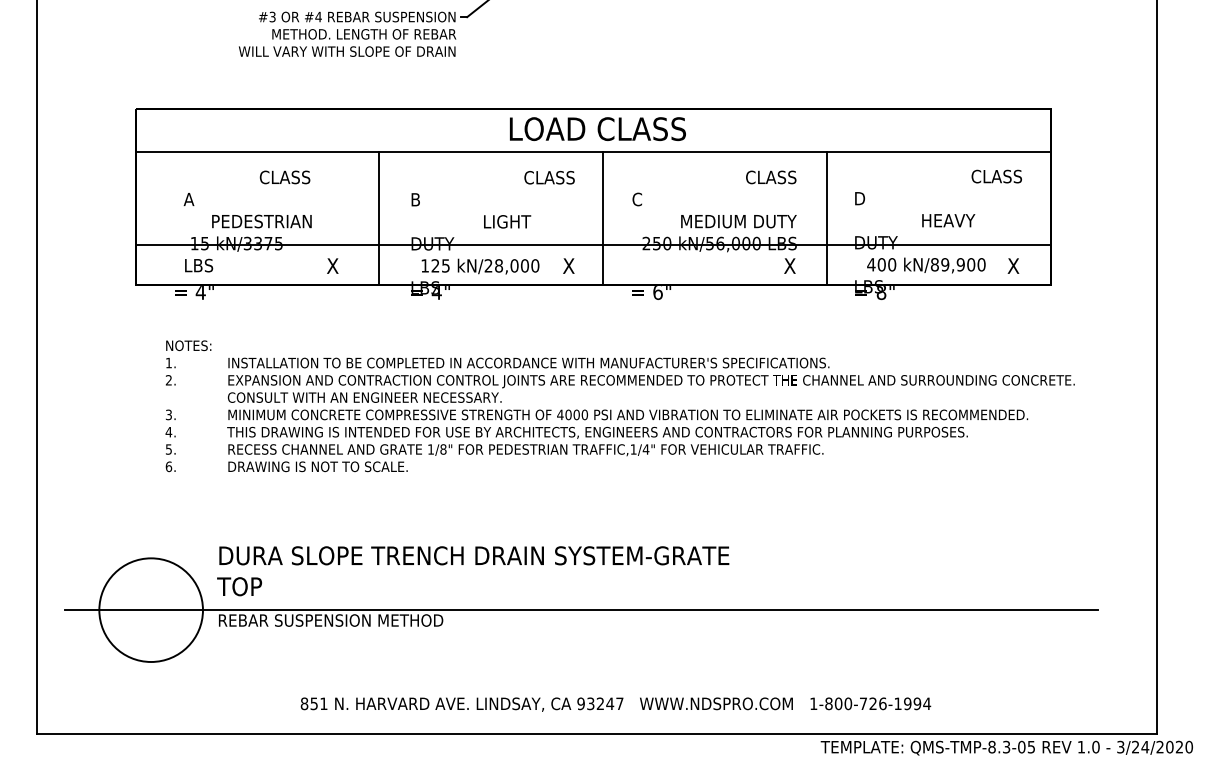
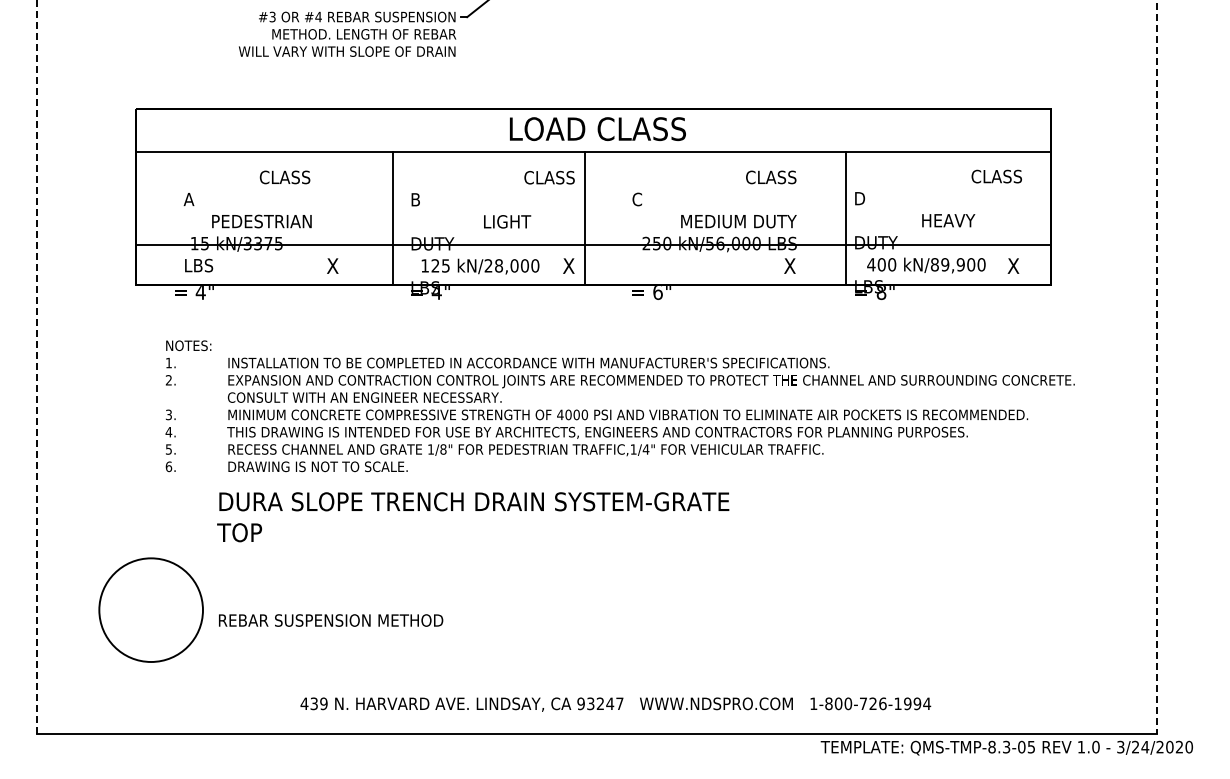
line at (379, 218) position: (379, 218) -> (393, 218)
line at (602, 218) position: (602, 218) -> (584, 218)
line at (826, 218) position: (826, 218) -> (845, 218)
line at (36, 366): solid -> dashed
line at (1157, 367): solid -> dashed
text at (473, 571) position: (473, 571) -> (473, 517)
line at (581, 610): present -> none
text at (313, 703): 851 -> 439
